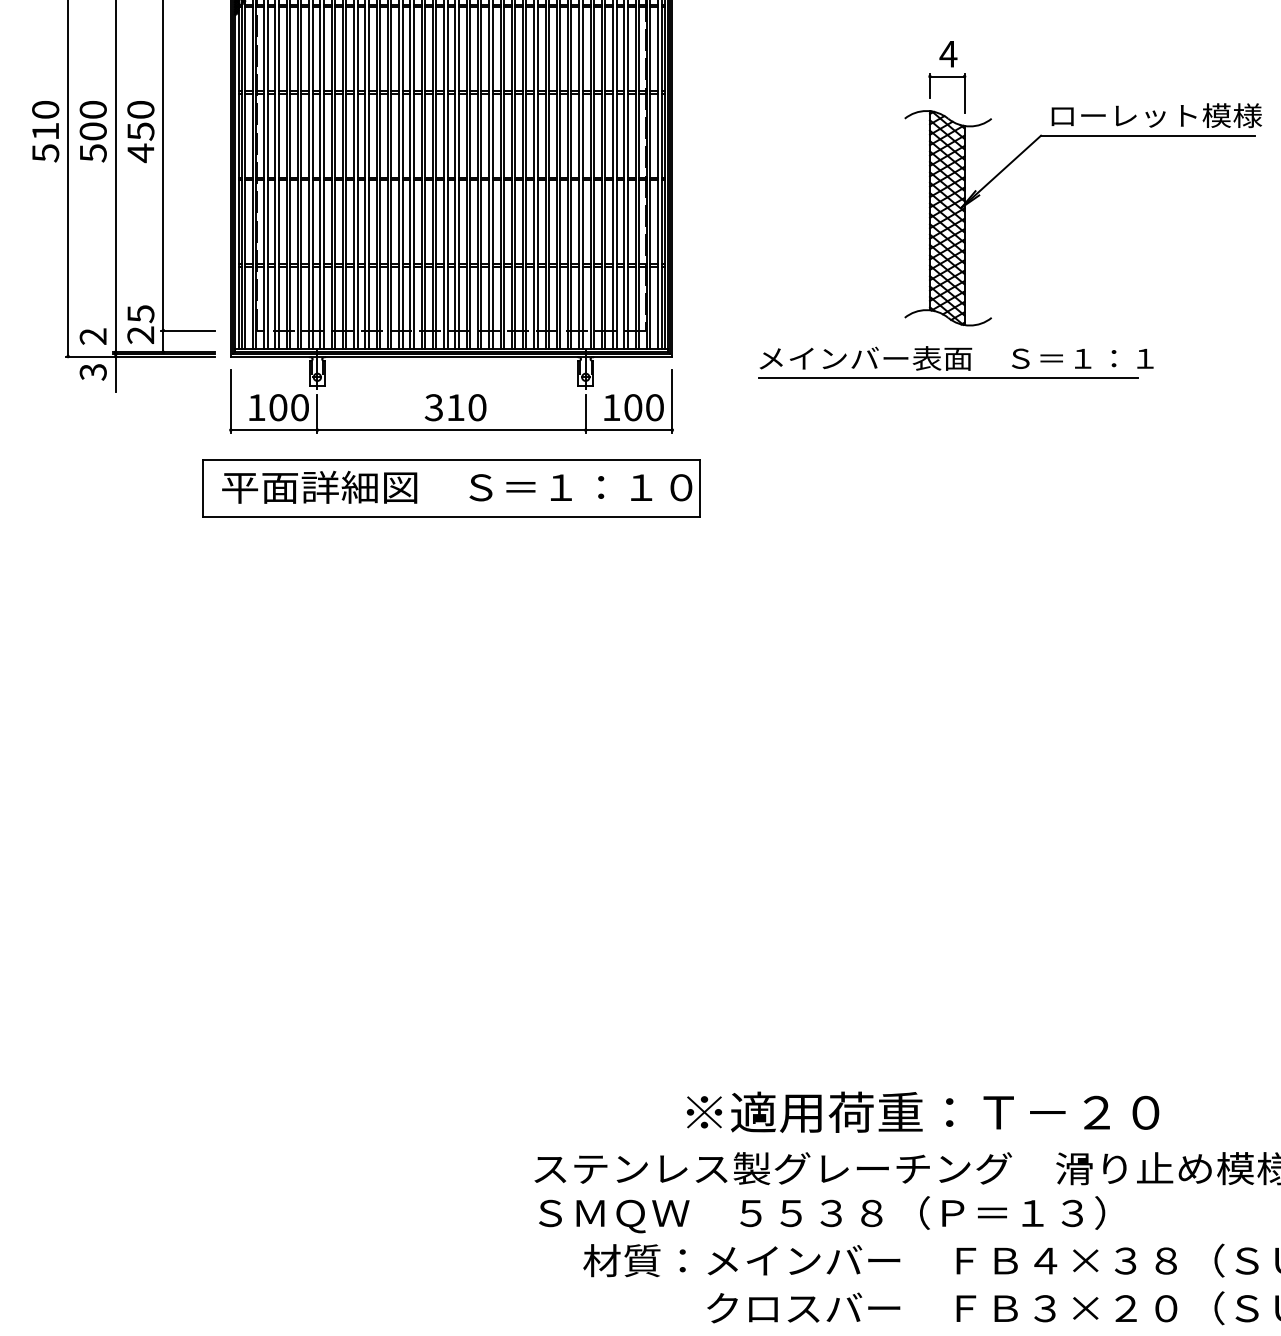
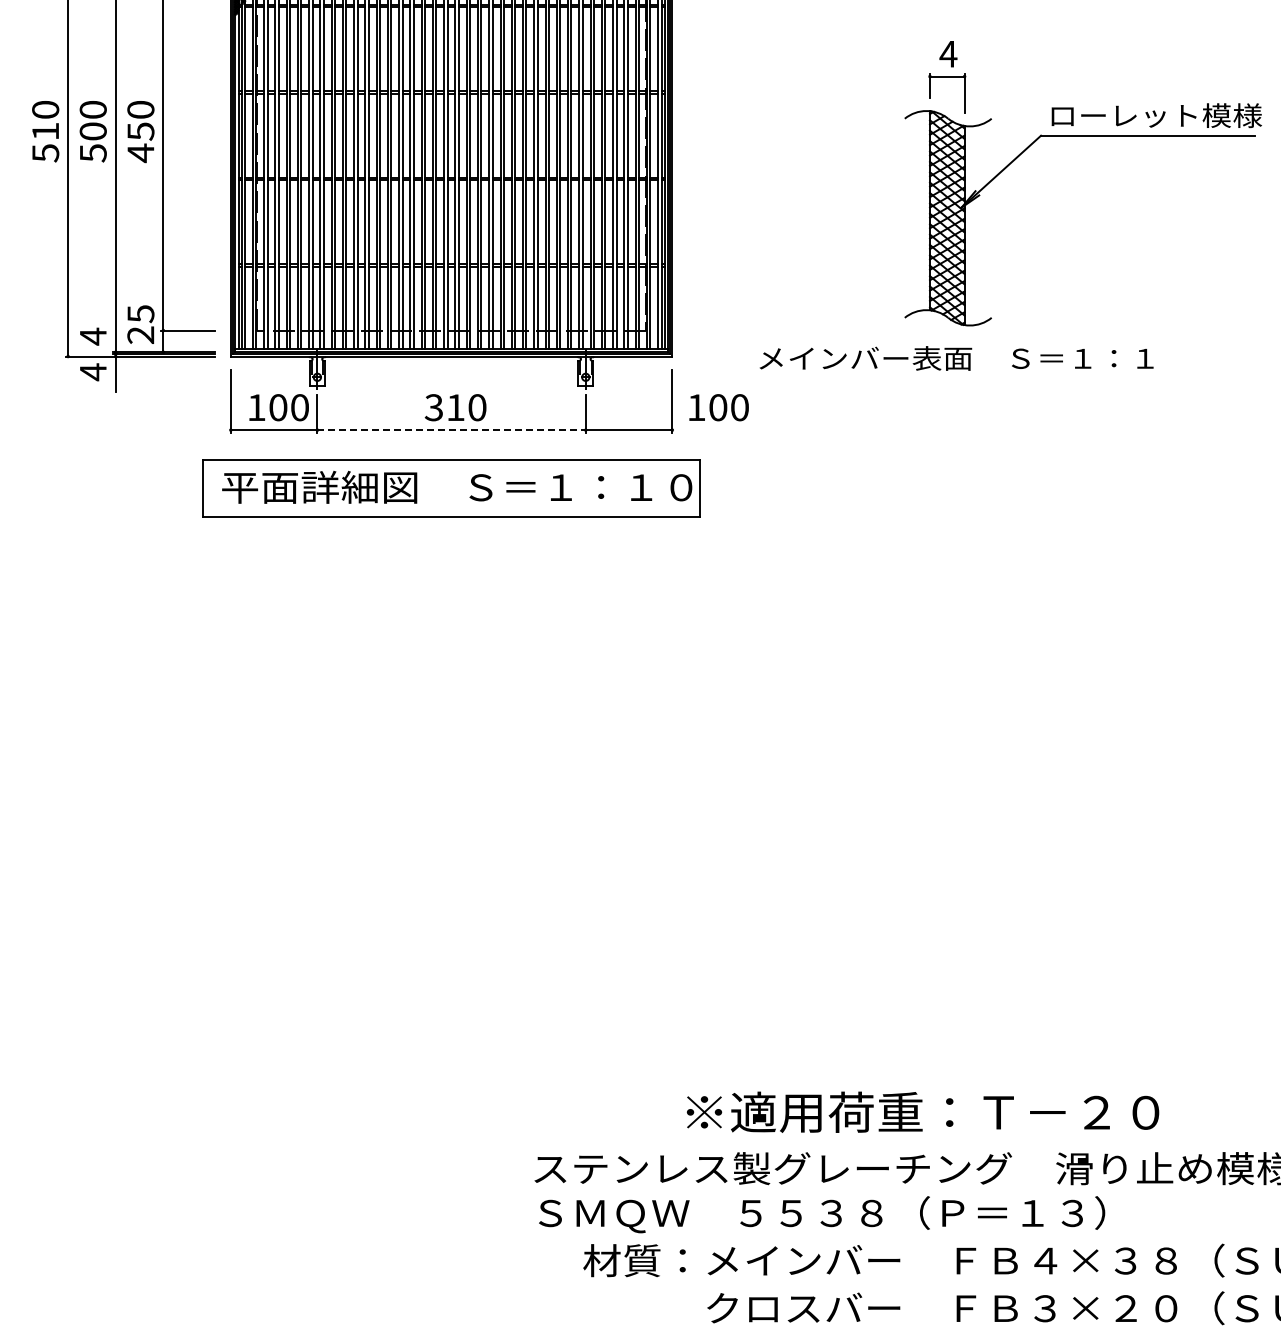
text at (92, 336): 2 -> 4
text at (92, 372): 3 -> 4
line at (948, 378): present -> none
text at (633, 407) position: (633, 407) -> (718, 407)
line at (452, 430): solid -> dashed
